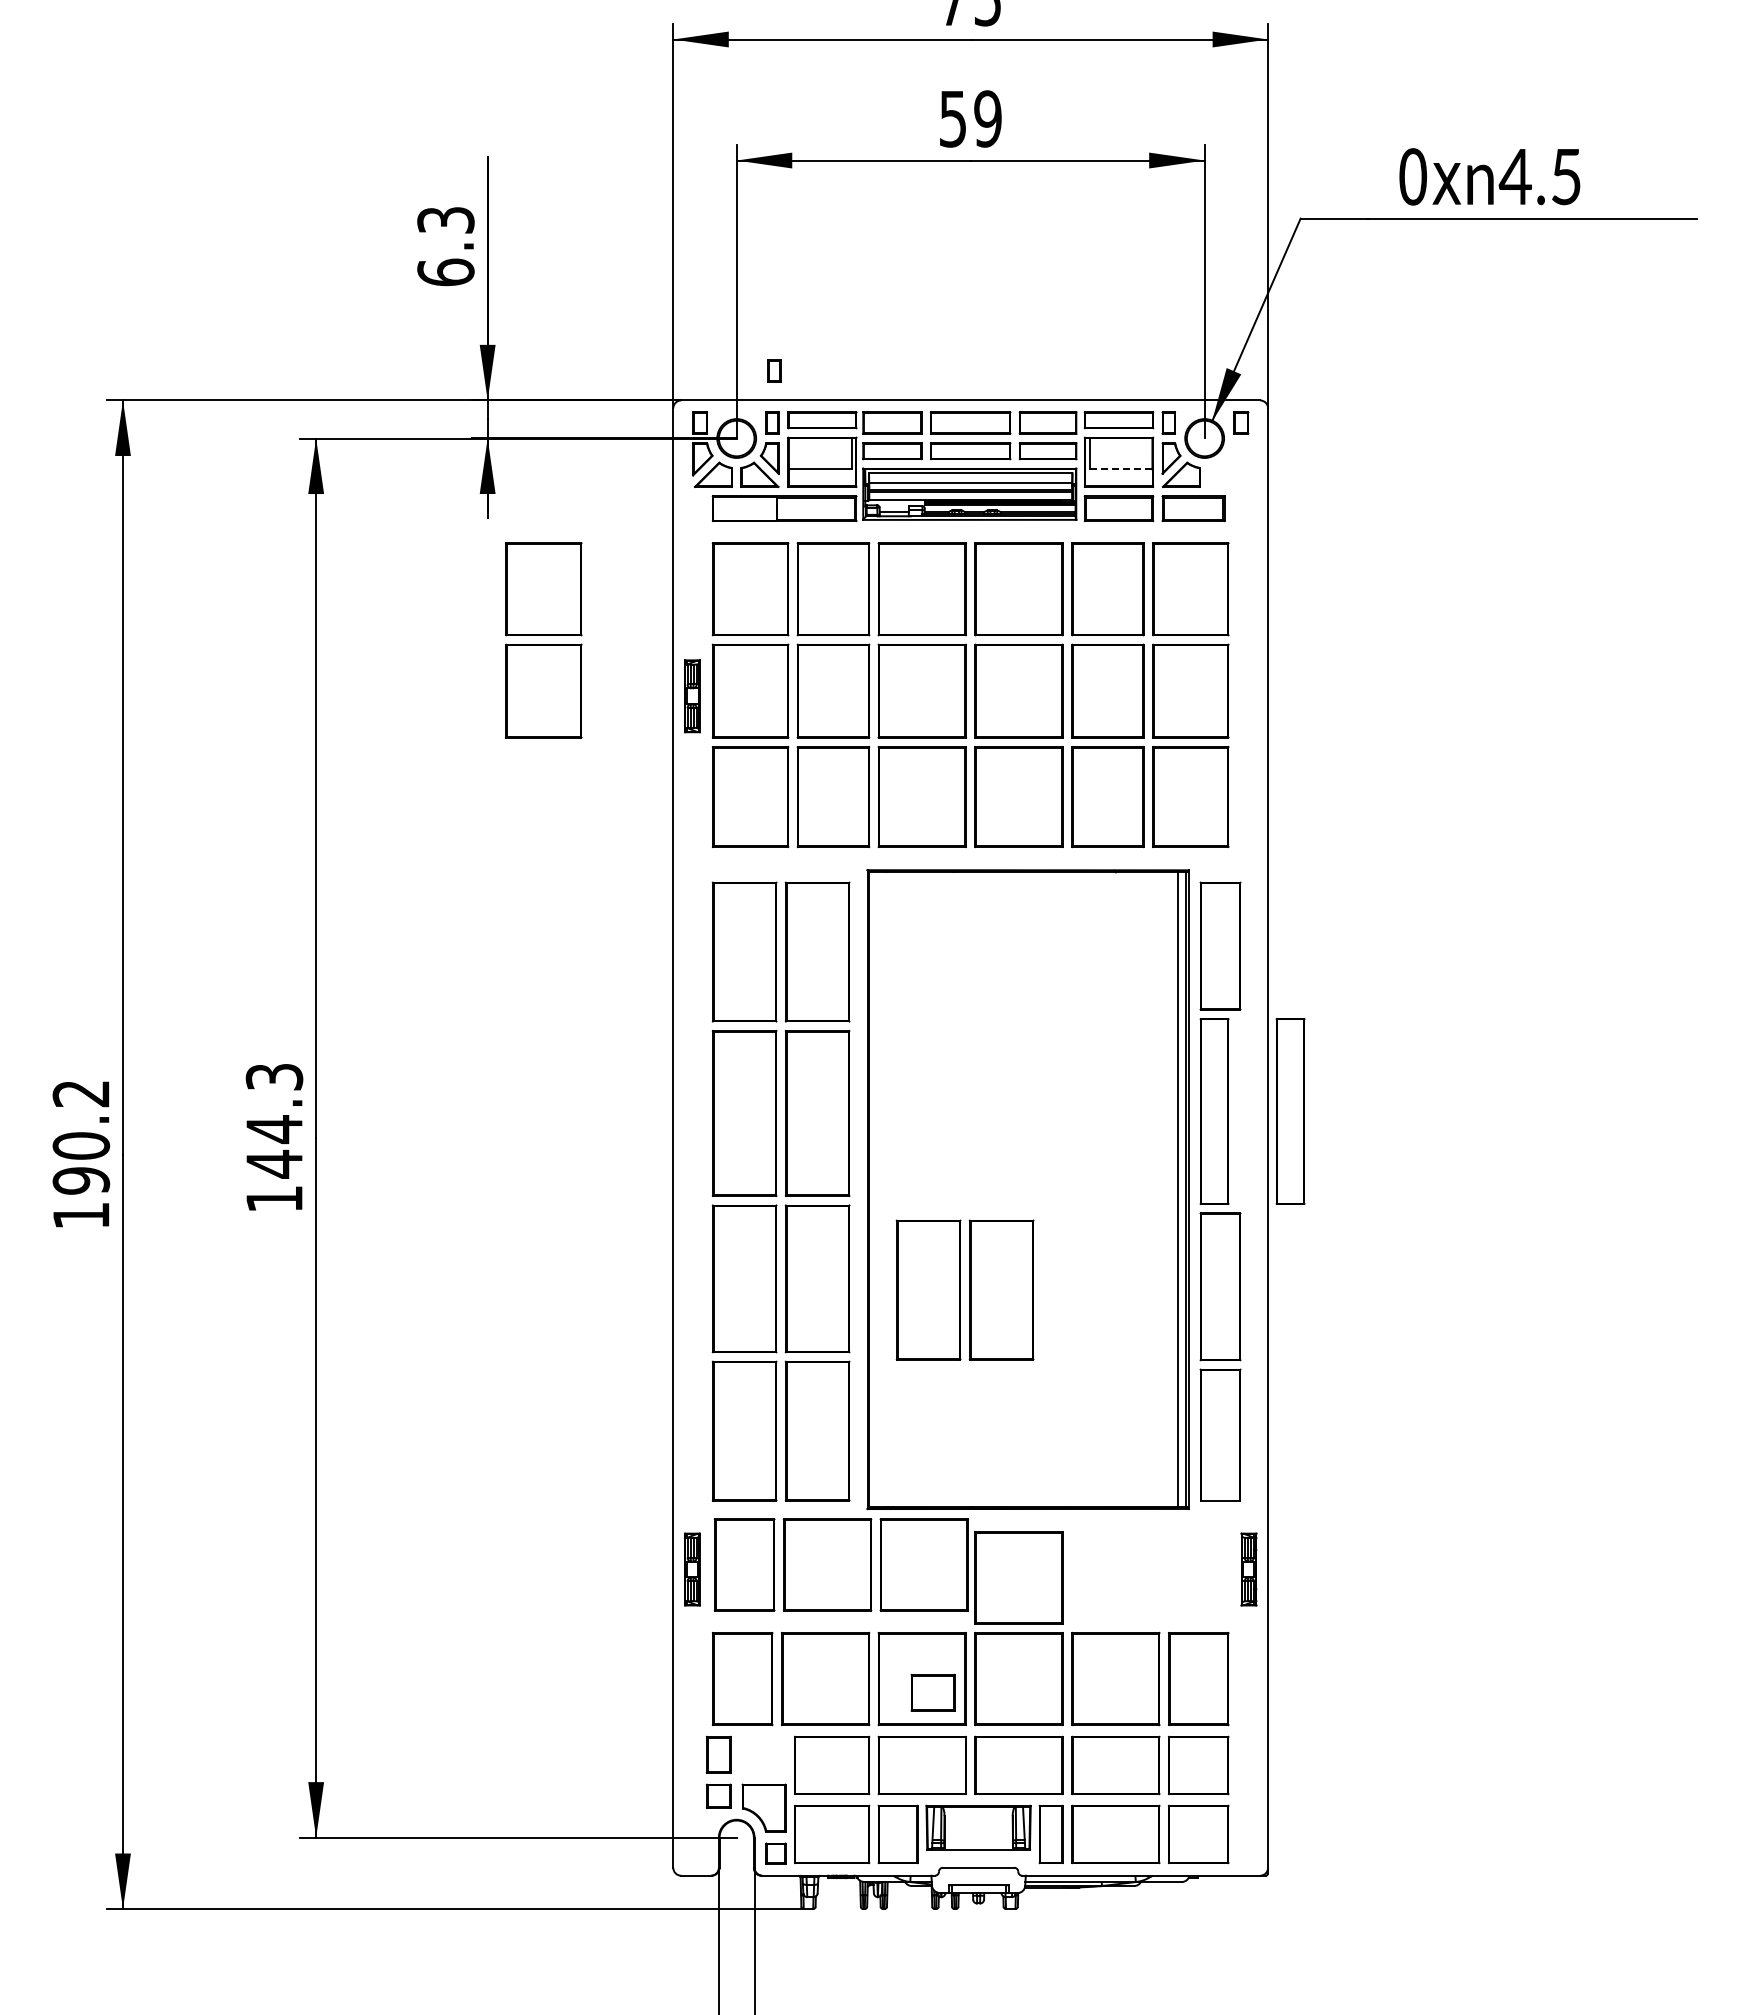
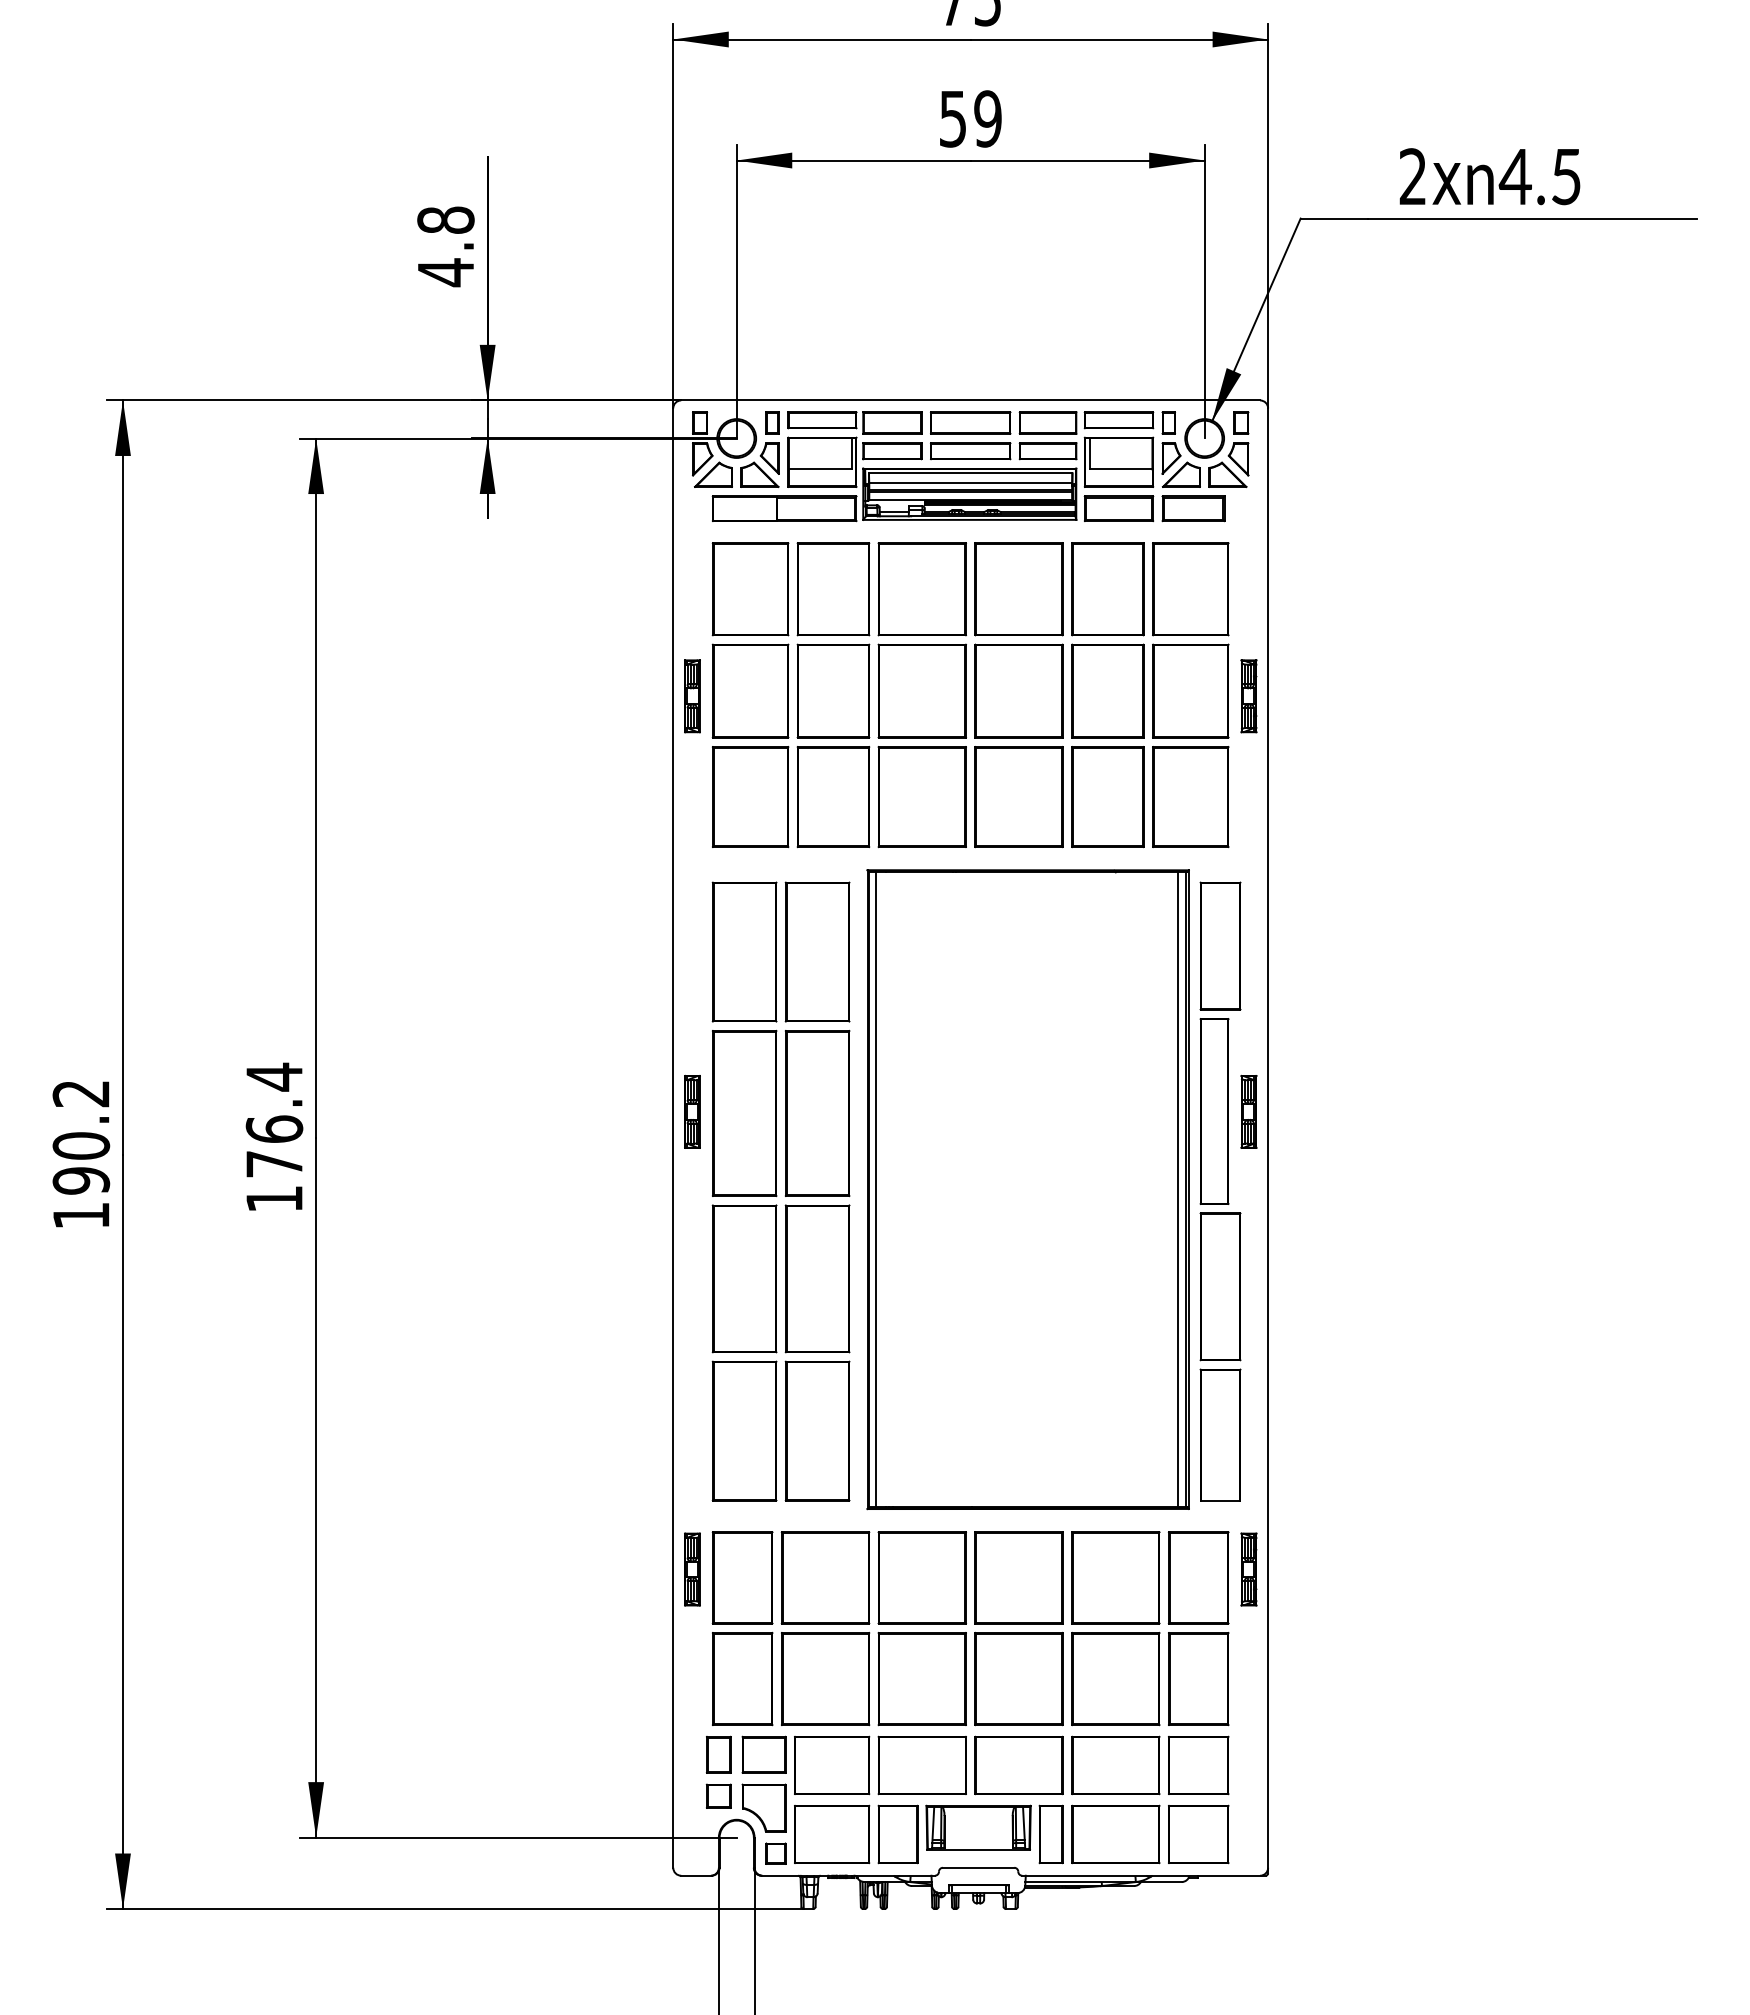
text at (1412, 176): 0x -> 2x
text at (445, 246): 6.3 -> 4.8
part at (774, 370): present -> none
part at (1228, 464): none -> present
line at (1121, 469): dashed -> solid
part at (543, 640): present -> none
part at (1248, 696): none -> present
part at (692, 1111): none -> present
part at (1248, 1111): none -> present
part at (1290, 1111): present -> none
text at (274, 1120): 144.3 -> 176.4
line at (875, 1189): none -> present
part at (964, 1289): present -> none
part at (840, 1564) position: (840, 1564) -> (838, 1577)
part at (1150, 1577): none -> present
part at (932, 1692) position: (932, 1692) -> (763, 1754)
